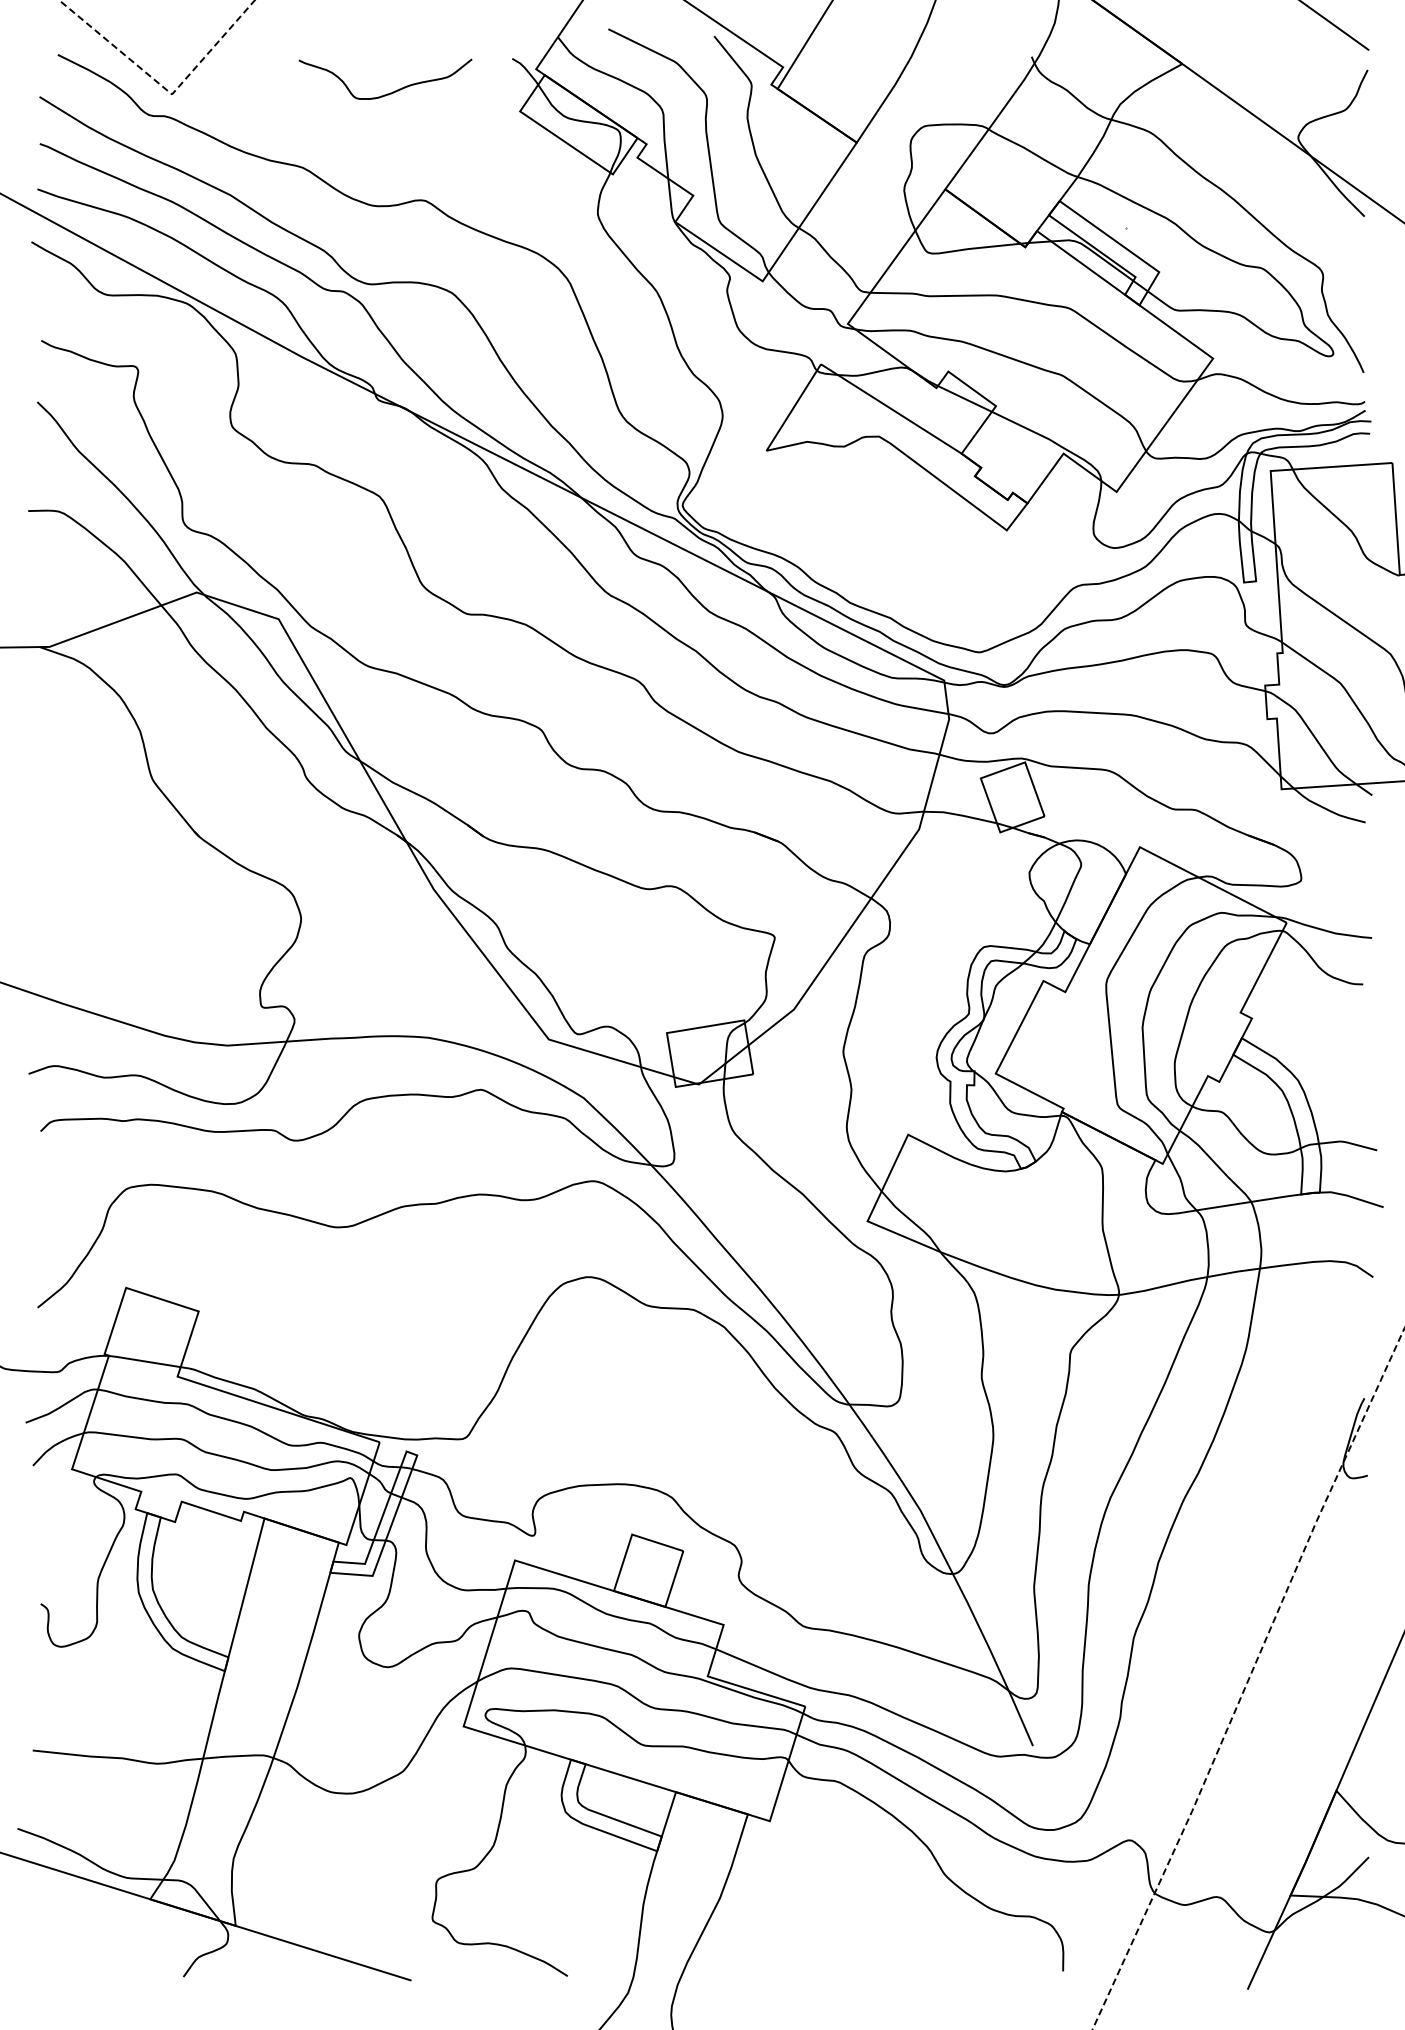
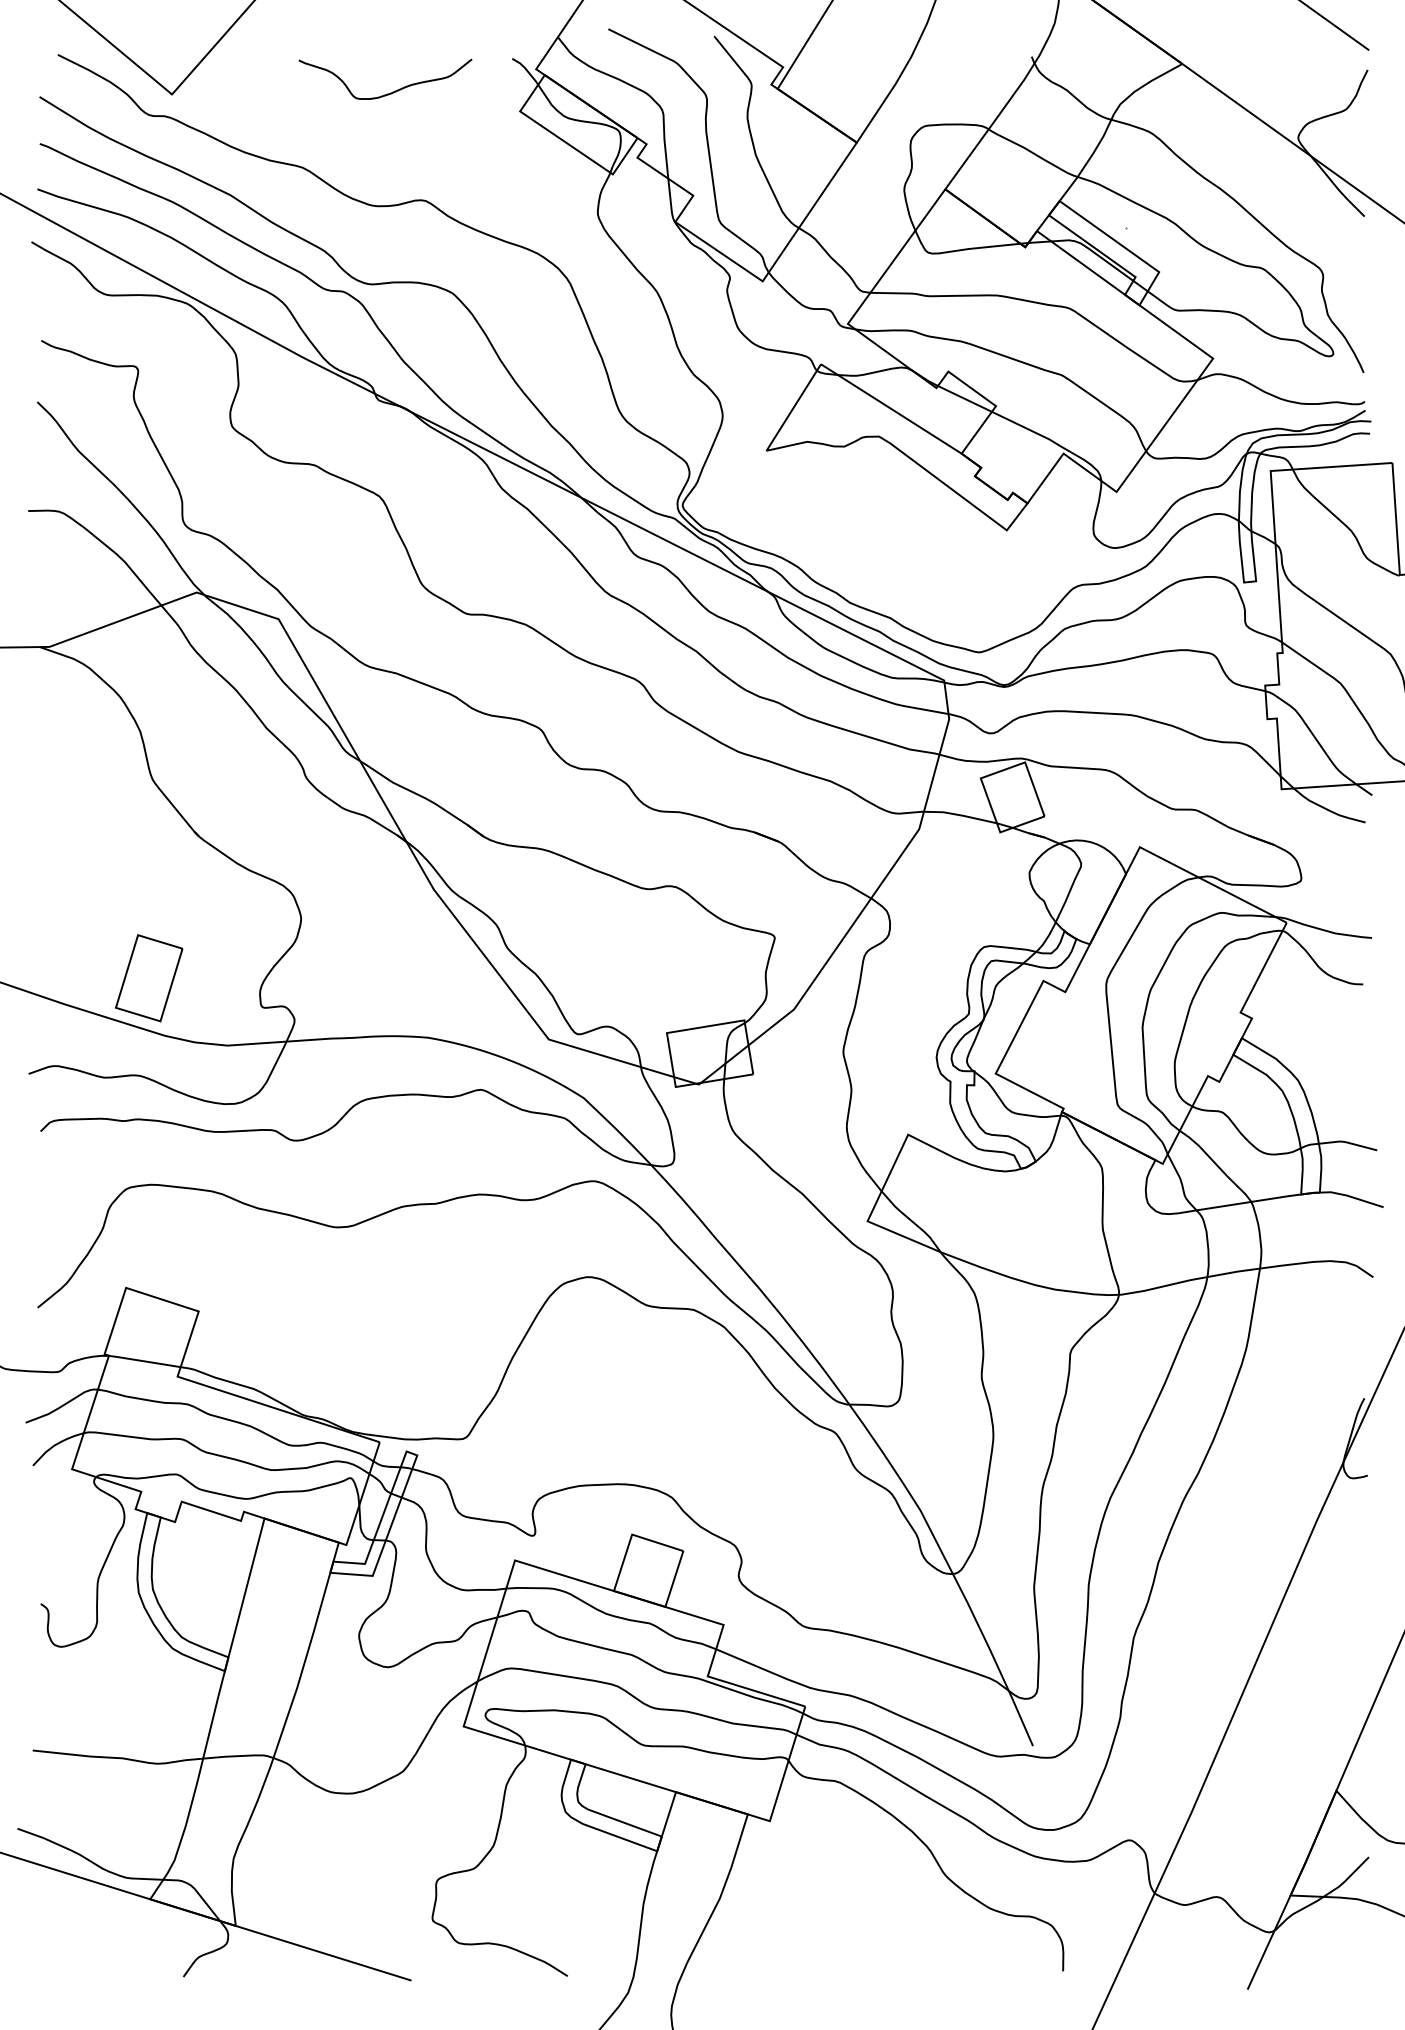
line at (164, 88): dashed -> solid
part at (149, 978): none -> present
line at (1249, 1678): dashed -> solid
